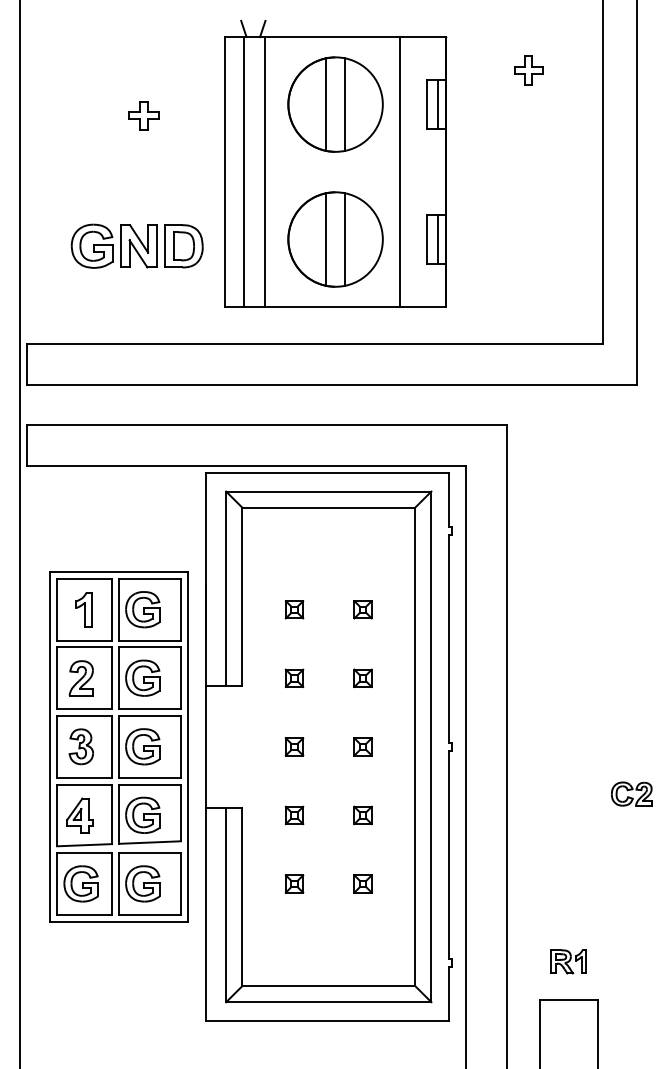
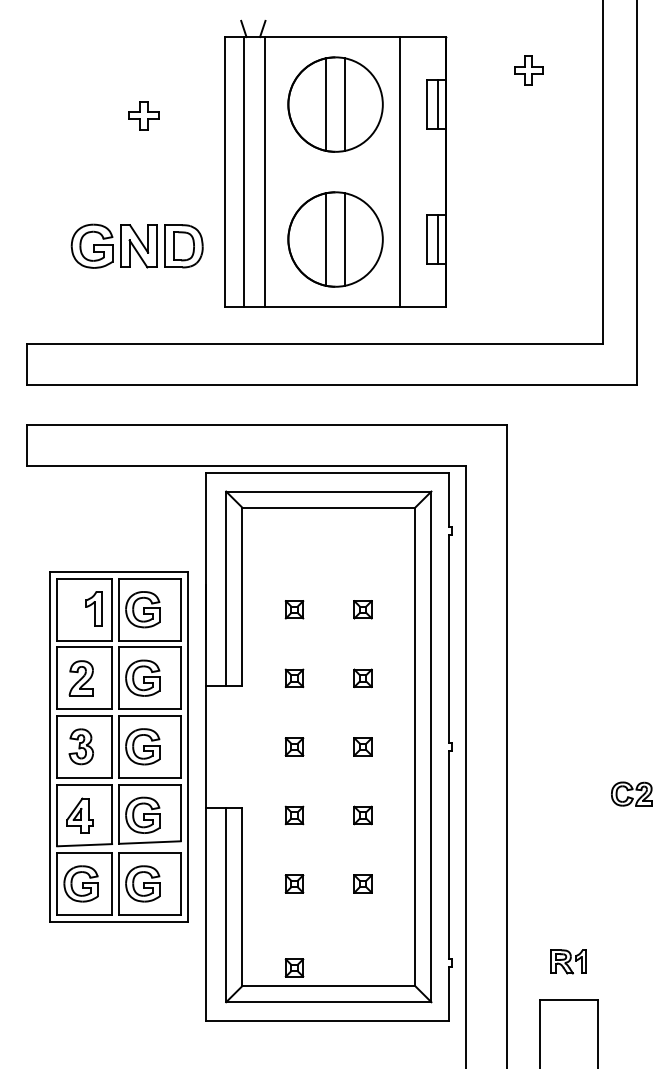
line at (20, 533): present -> none
part at (83, 609) position: (83, 609) -> (93, 608)
part at (294, 967): none -> present
